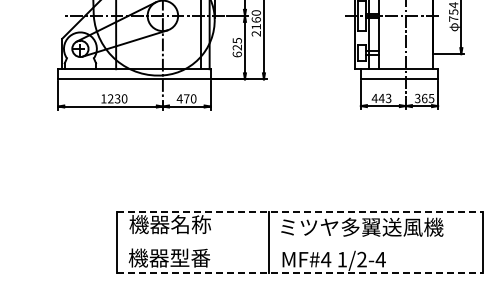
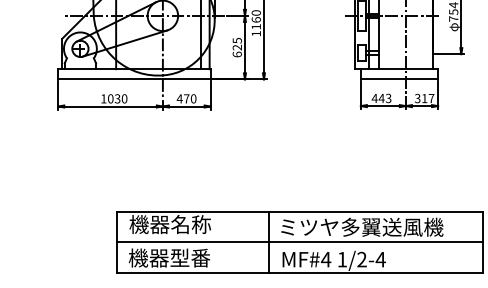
text at (255, 33): 2160 -> 1160
text at (110, 98): 1230 -> 1030
text at (428, 98): 365 -> 317
line at (299, 211): dashed -> solid
line at (299, 242): none -> present
line at (299, 272): dashed -> solid
